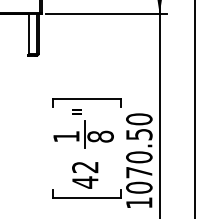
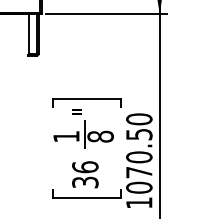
line at (194, 108): present -> none
text at (85, 174): 42 -> 36
